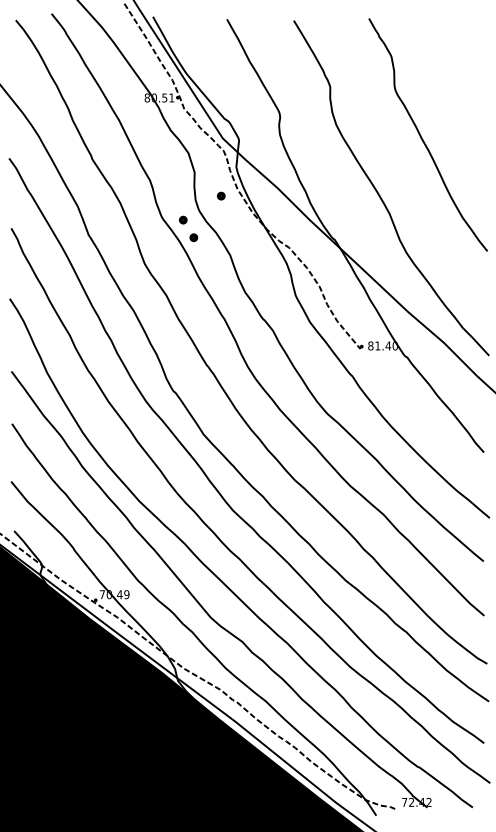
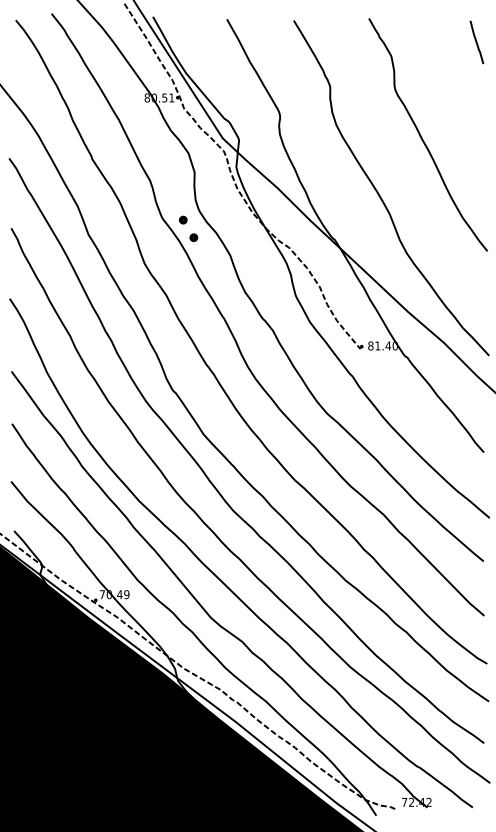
line at (476, 42): none -> present
part at (221, 195): present -> none
